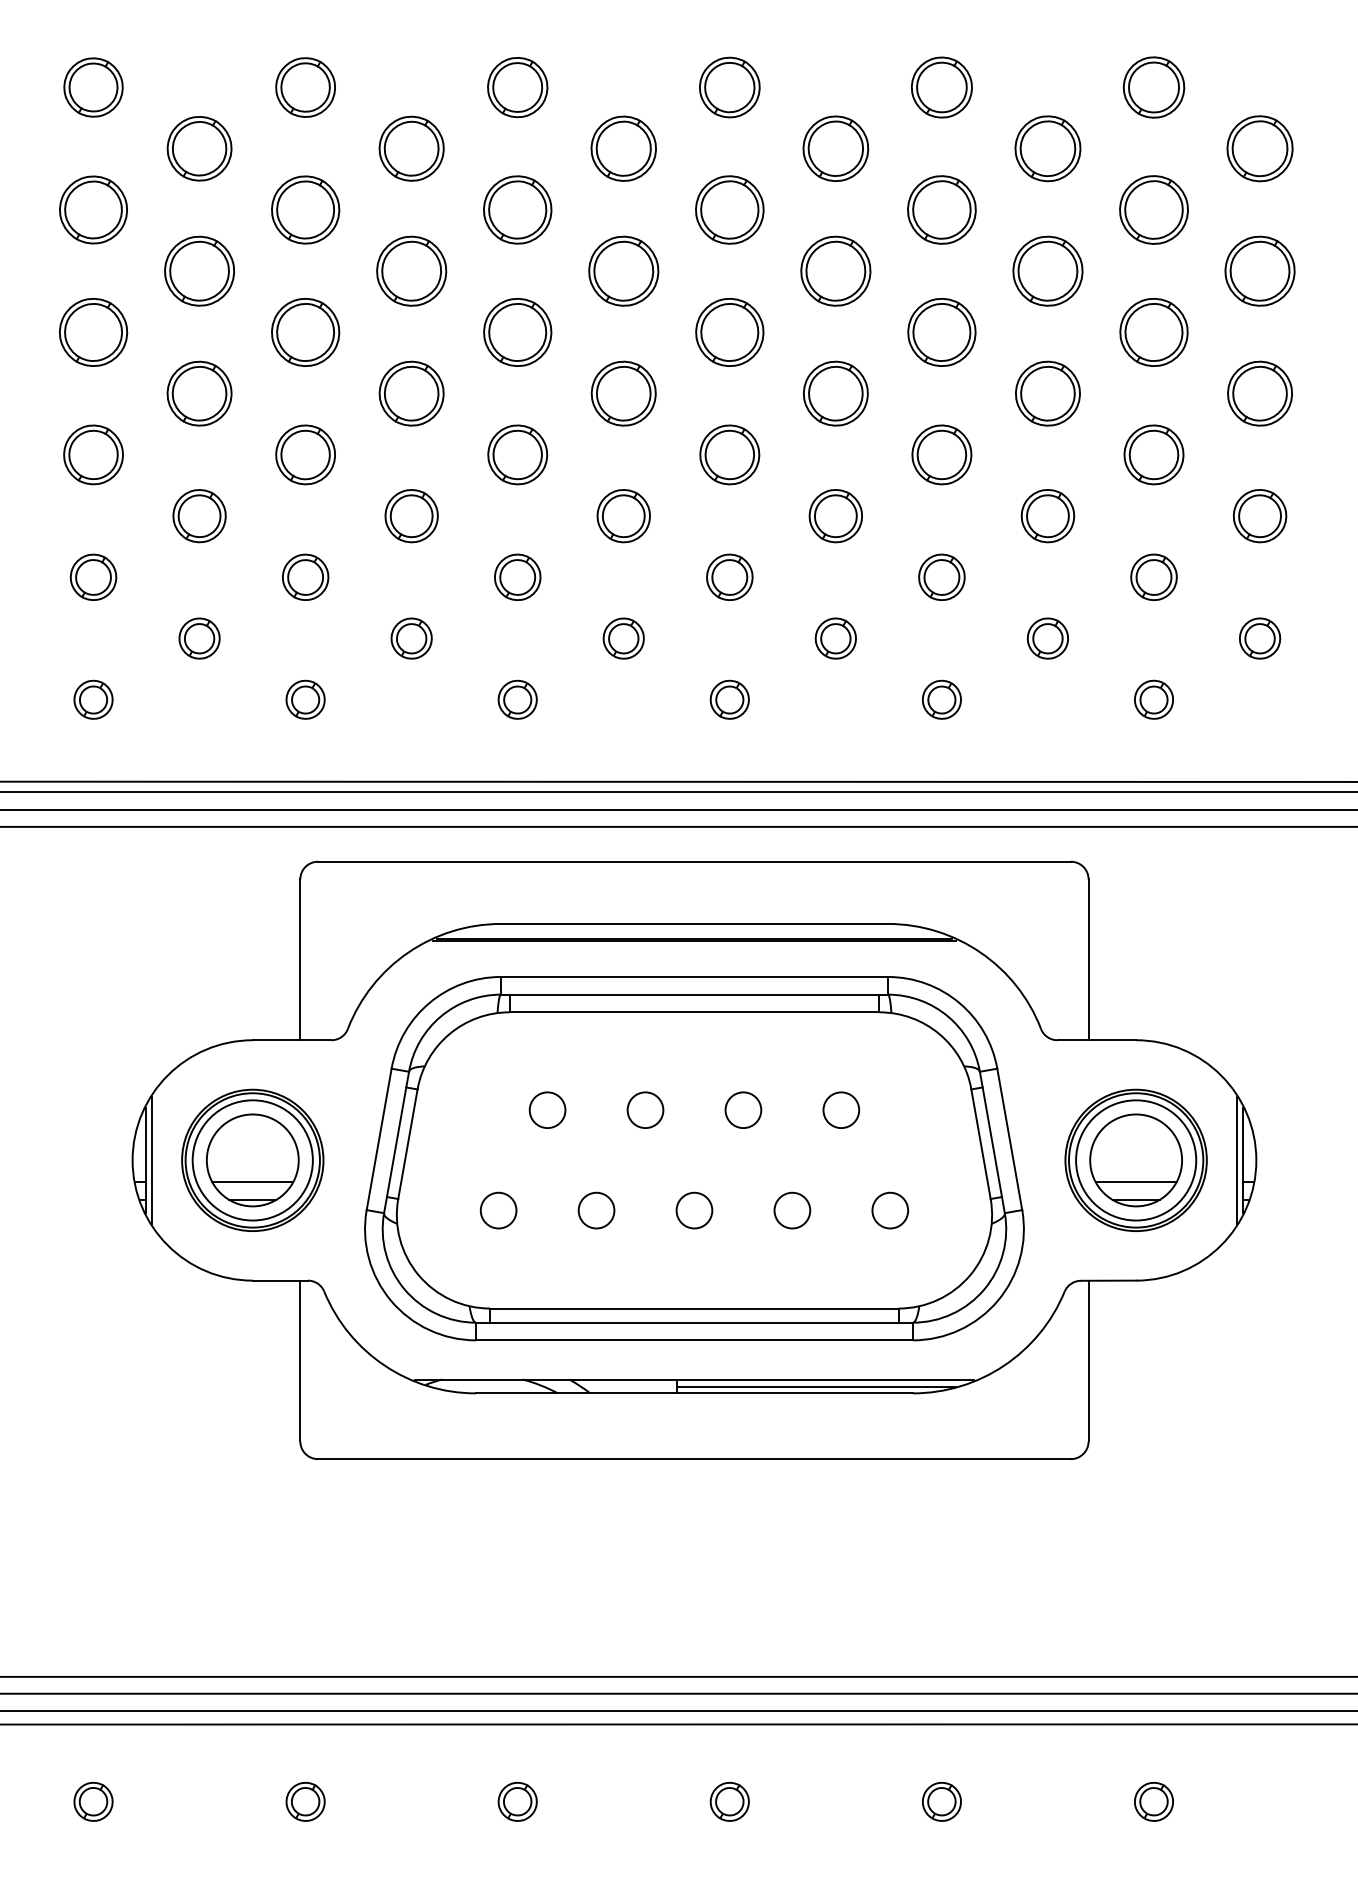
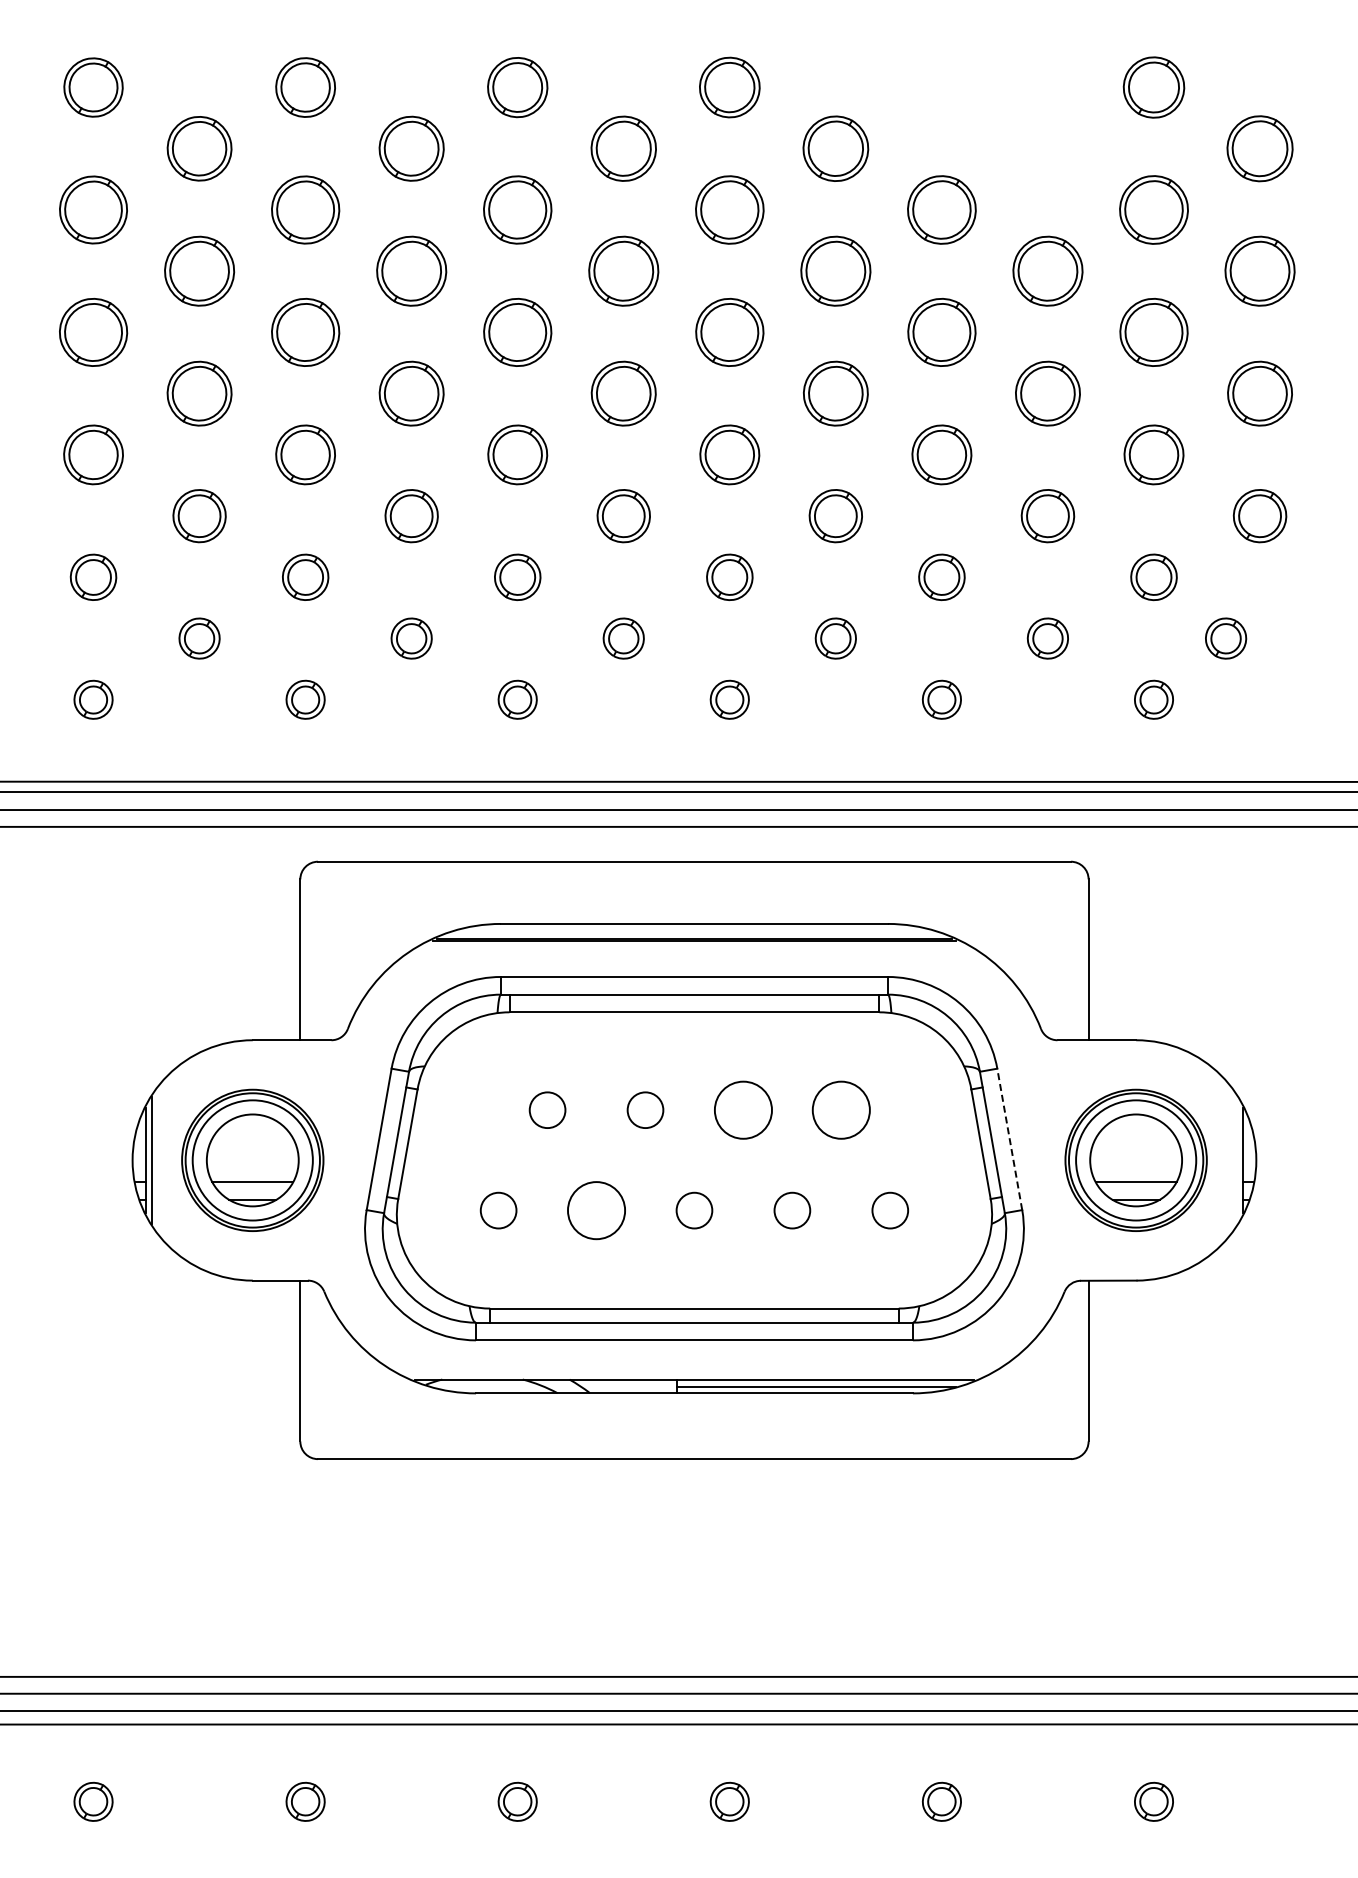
part at (941, 87): present -> none
part at (1047, 148): present -> none
part at (1260, 638) position: (1260, 638) -> (1226, 638)
circle at (743, 1110) diameter: 36 px -> 57 px
circle at (841, 1110) diameter: 36 px -> 57 px
line at (1009, 1139): solid -> dashed
line at (1236, 1160): present -> none
circle at (596, 1210) diameter: 36 px -> 57 px
